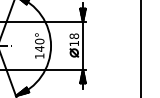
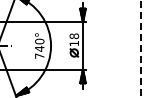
line at (140, 48): solid -> dashed
text at (39, 55): 140° -> 740°
